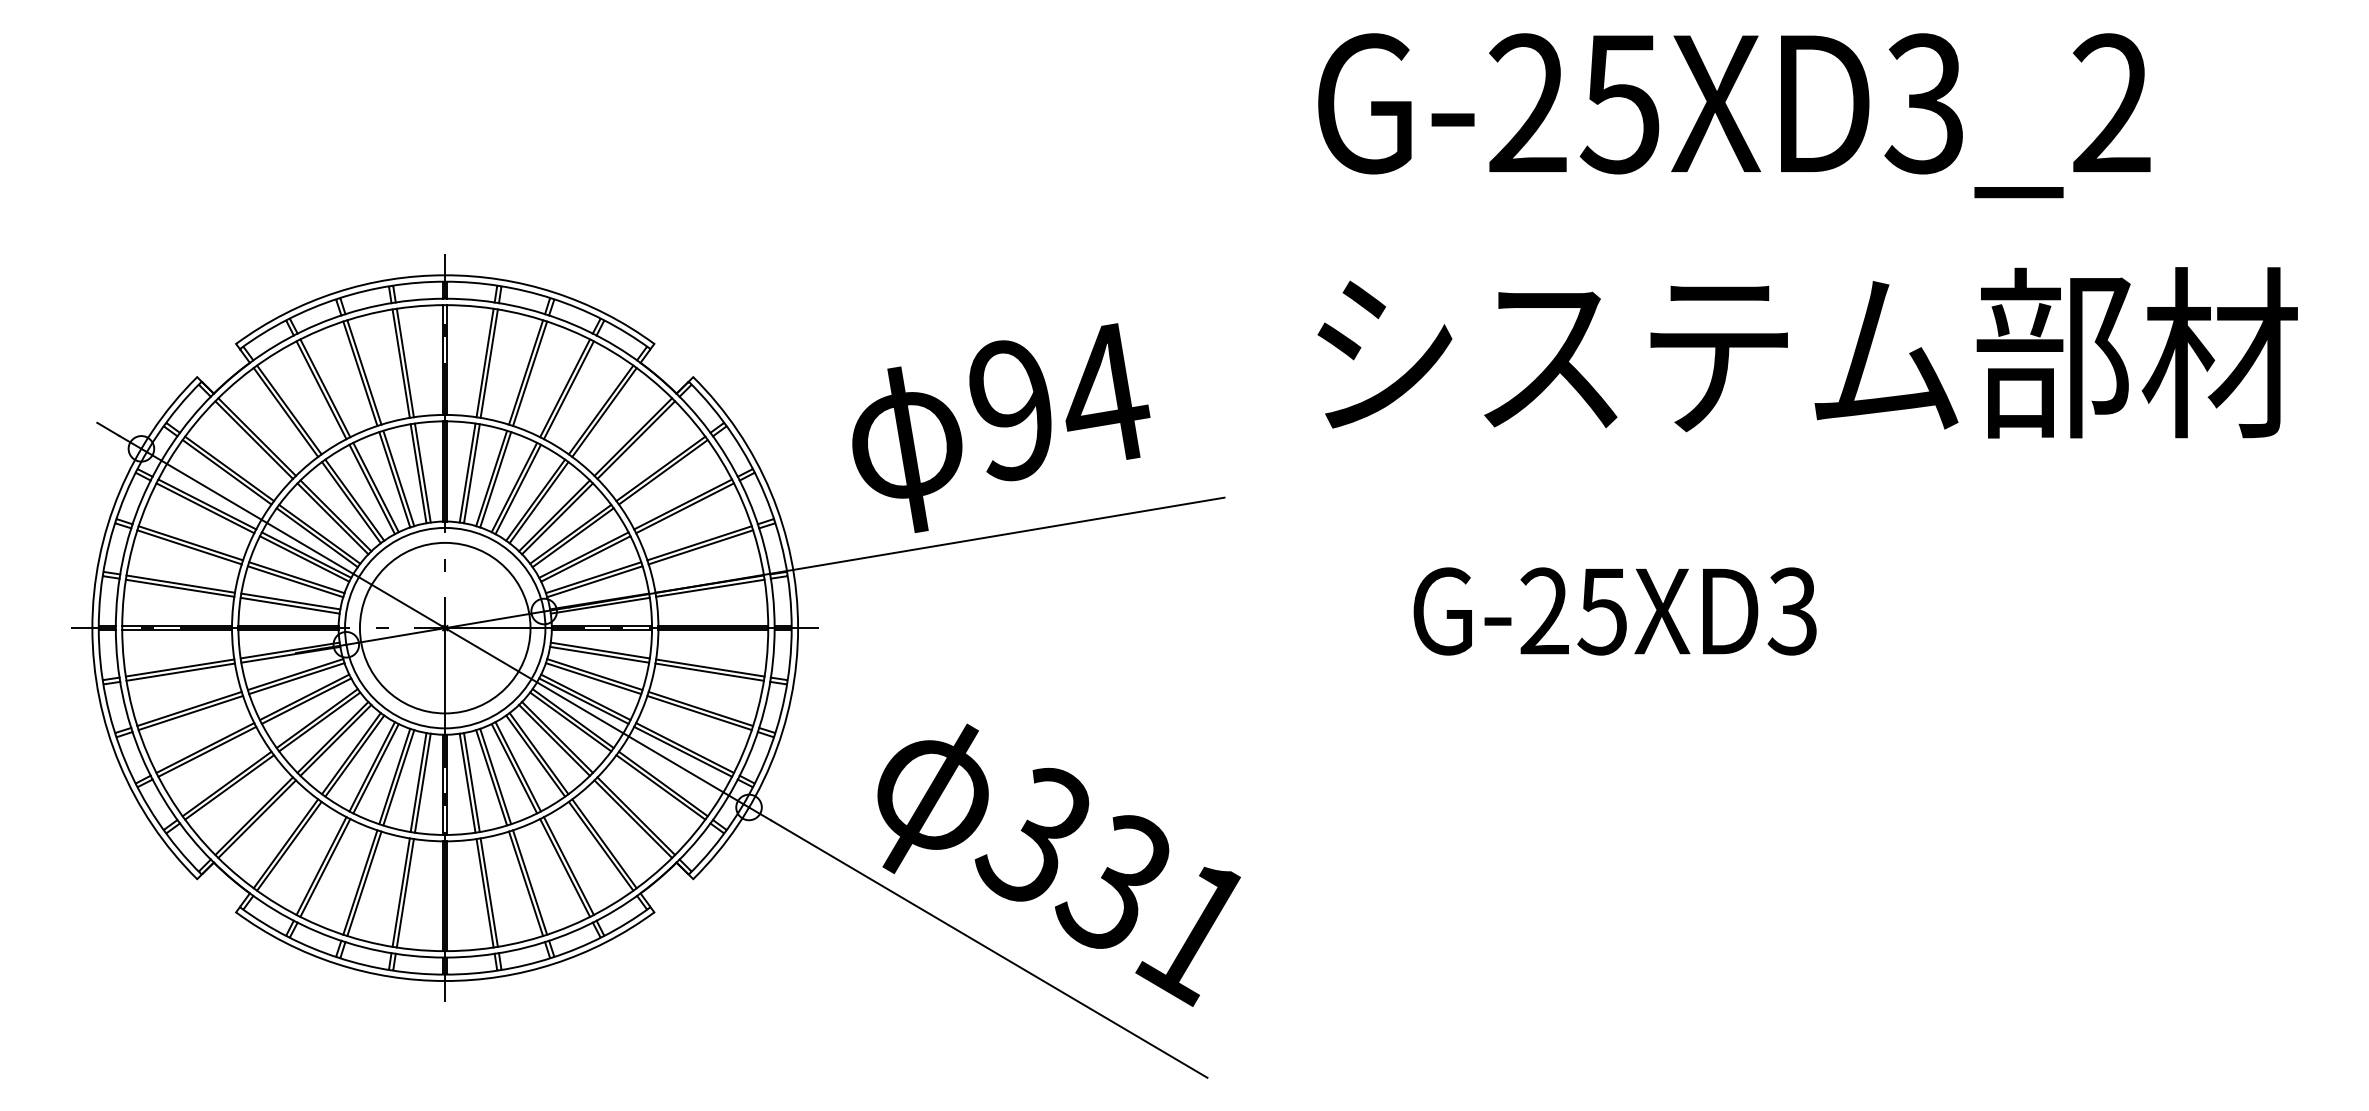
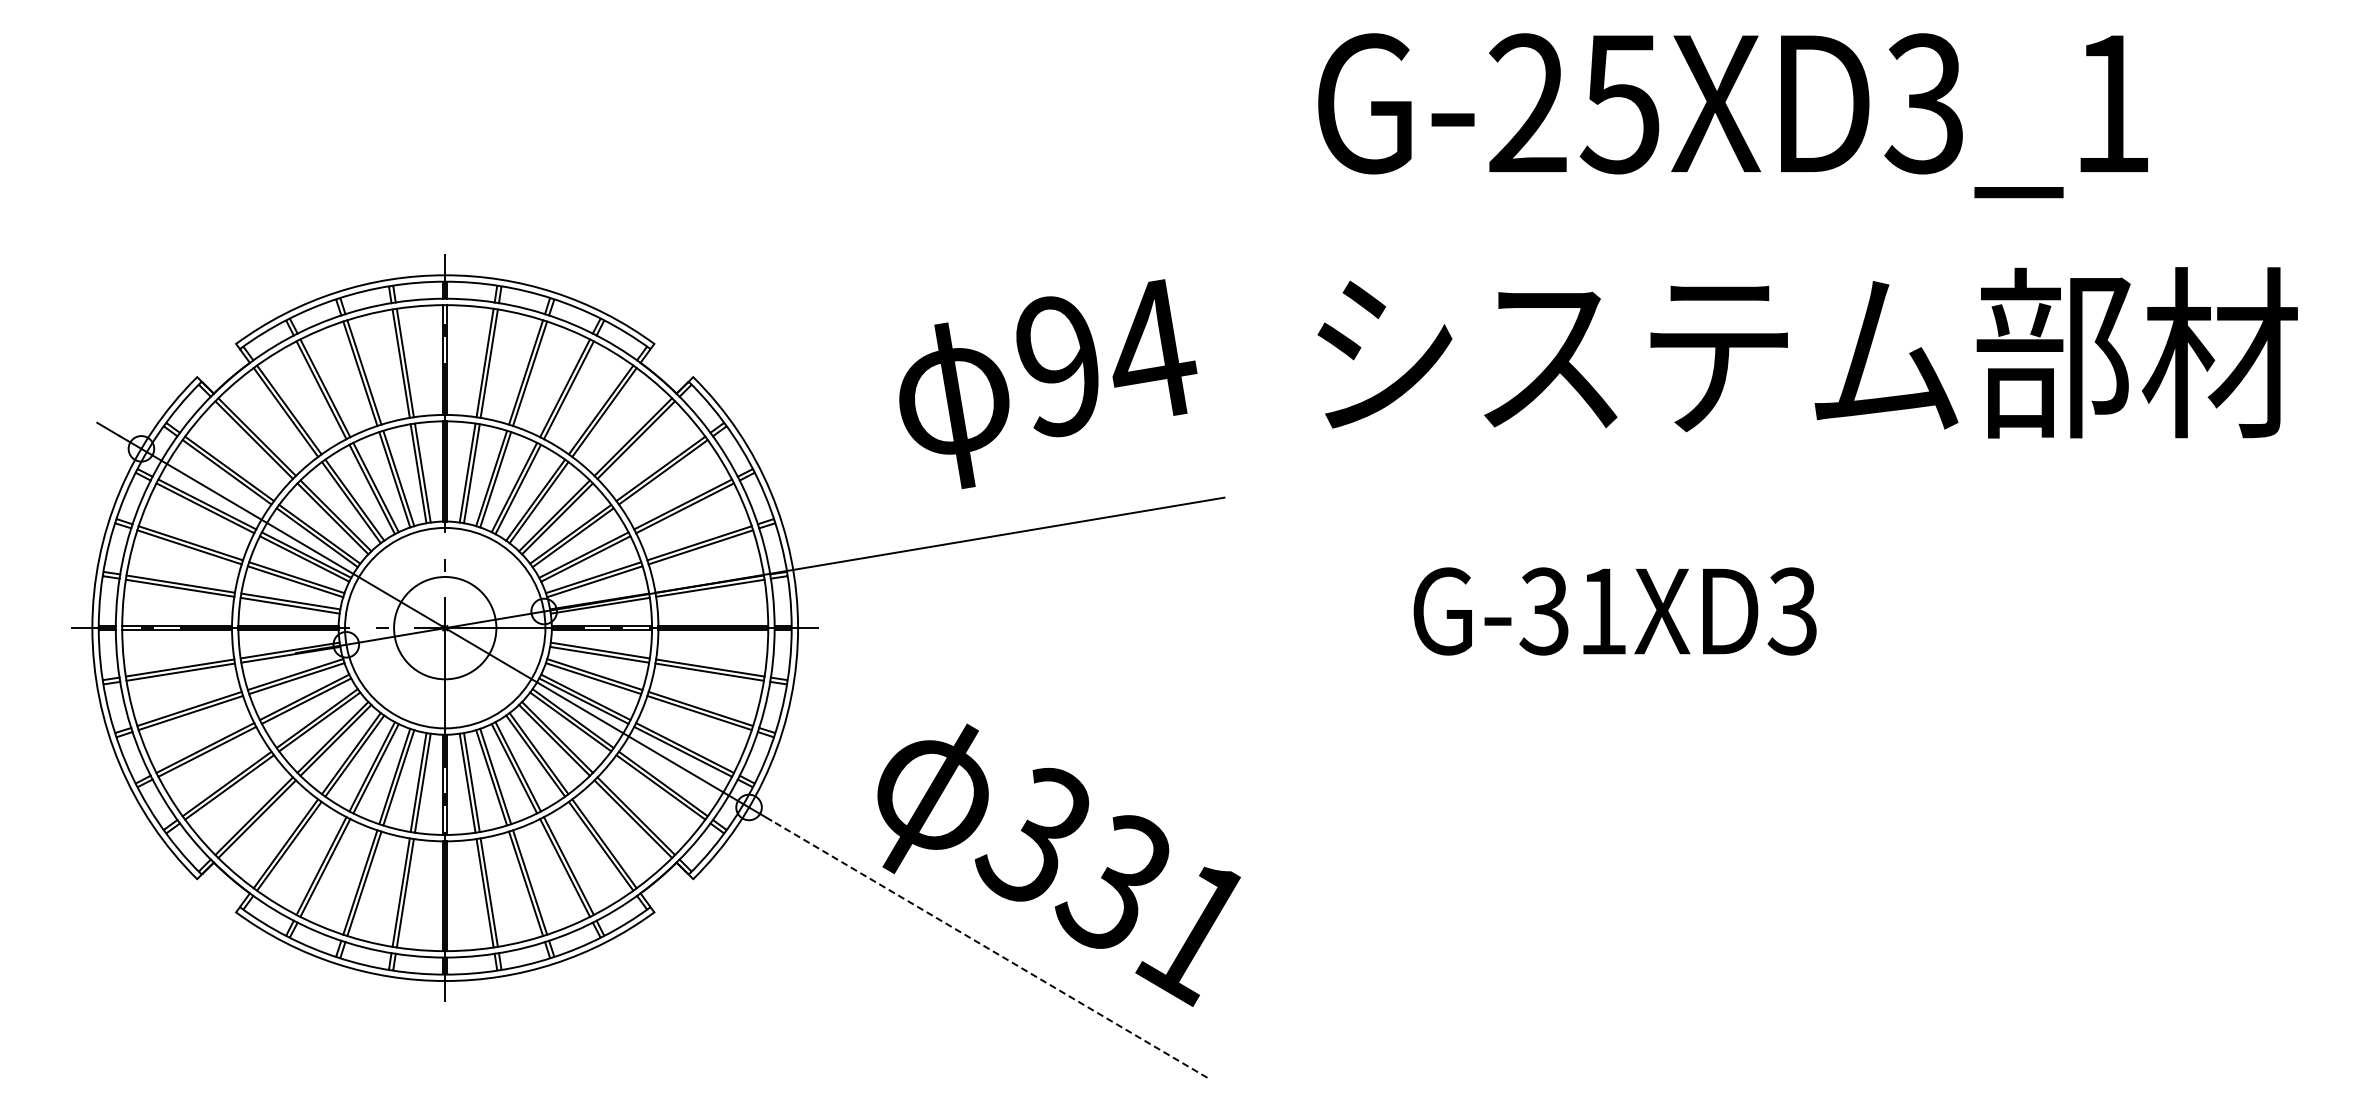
text at (2111, 102): G-25XD3_2 -> G-25XD3_1
text at (1001, 428) position: (1001, 428) -> (1048, 384)
text at (1572, 611): G-25XD3 -> G-31XD3
circle at (444, 627) diameter: 171 px -> 102 px
line at (988, 948): solid -> dashed
